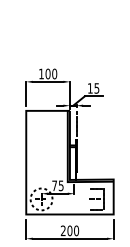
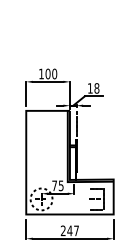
text at (96, 88): 15 -> 18
text at (73, 230): 200 -> 247
